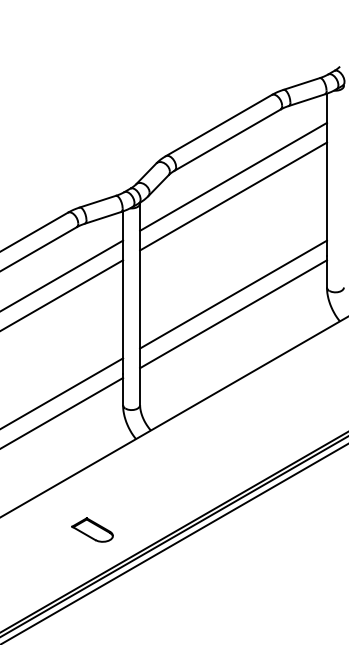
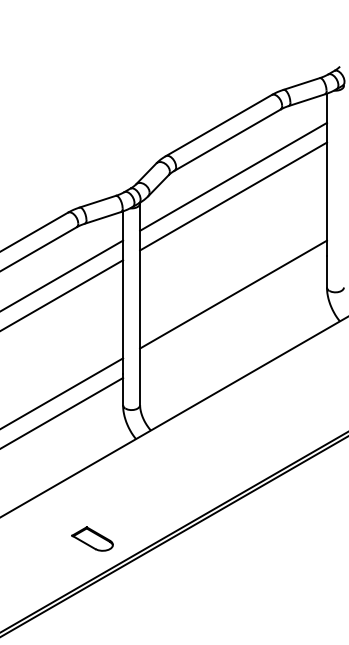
line at (233, 314): present -> none
part at (92, 529) position: (92, 529) -> (92, 538)
line at (175, 543): present -> none
